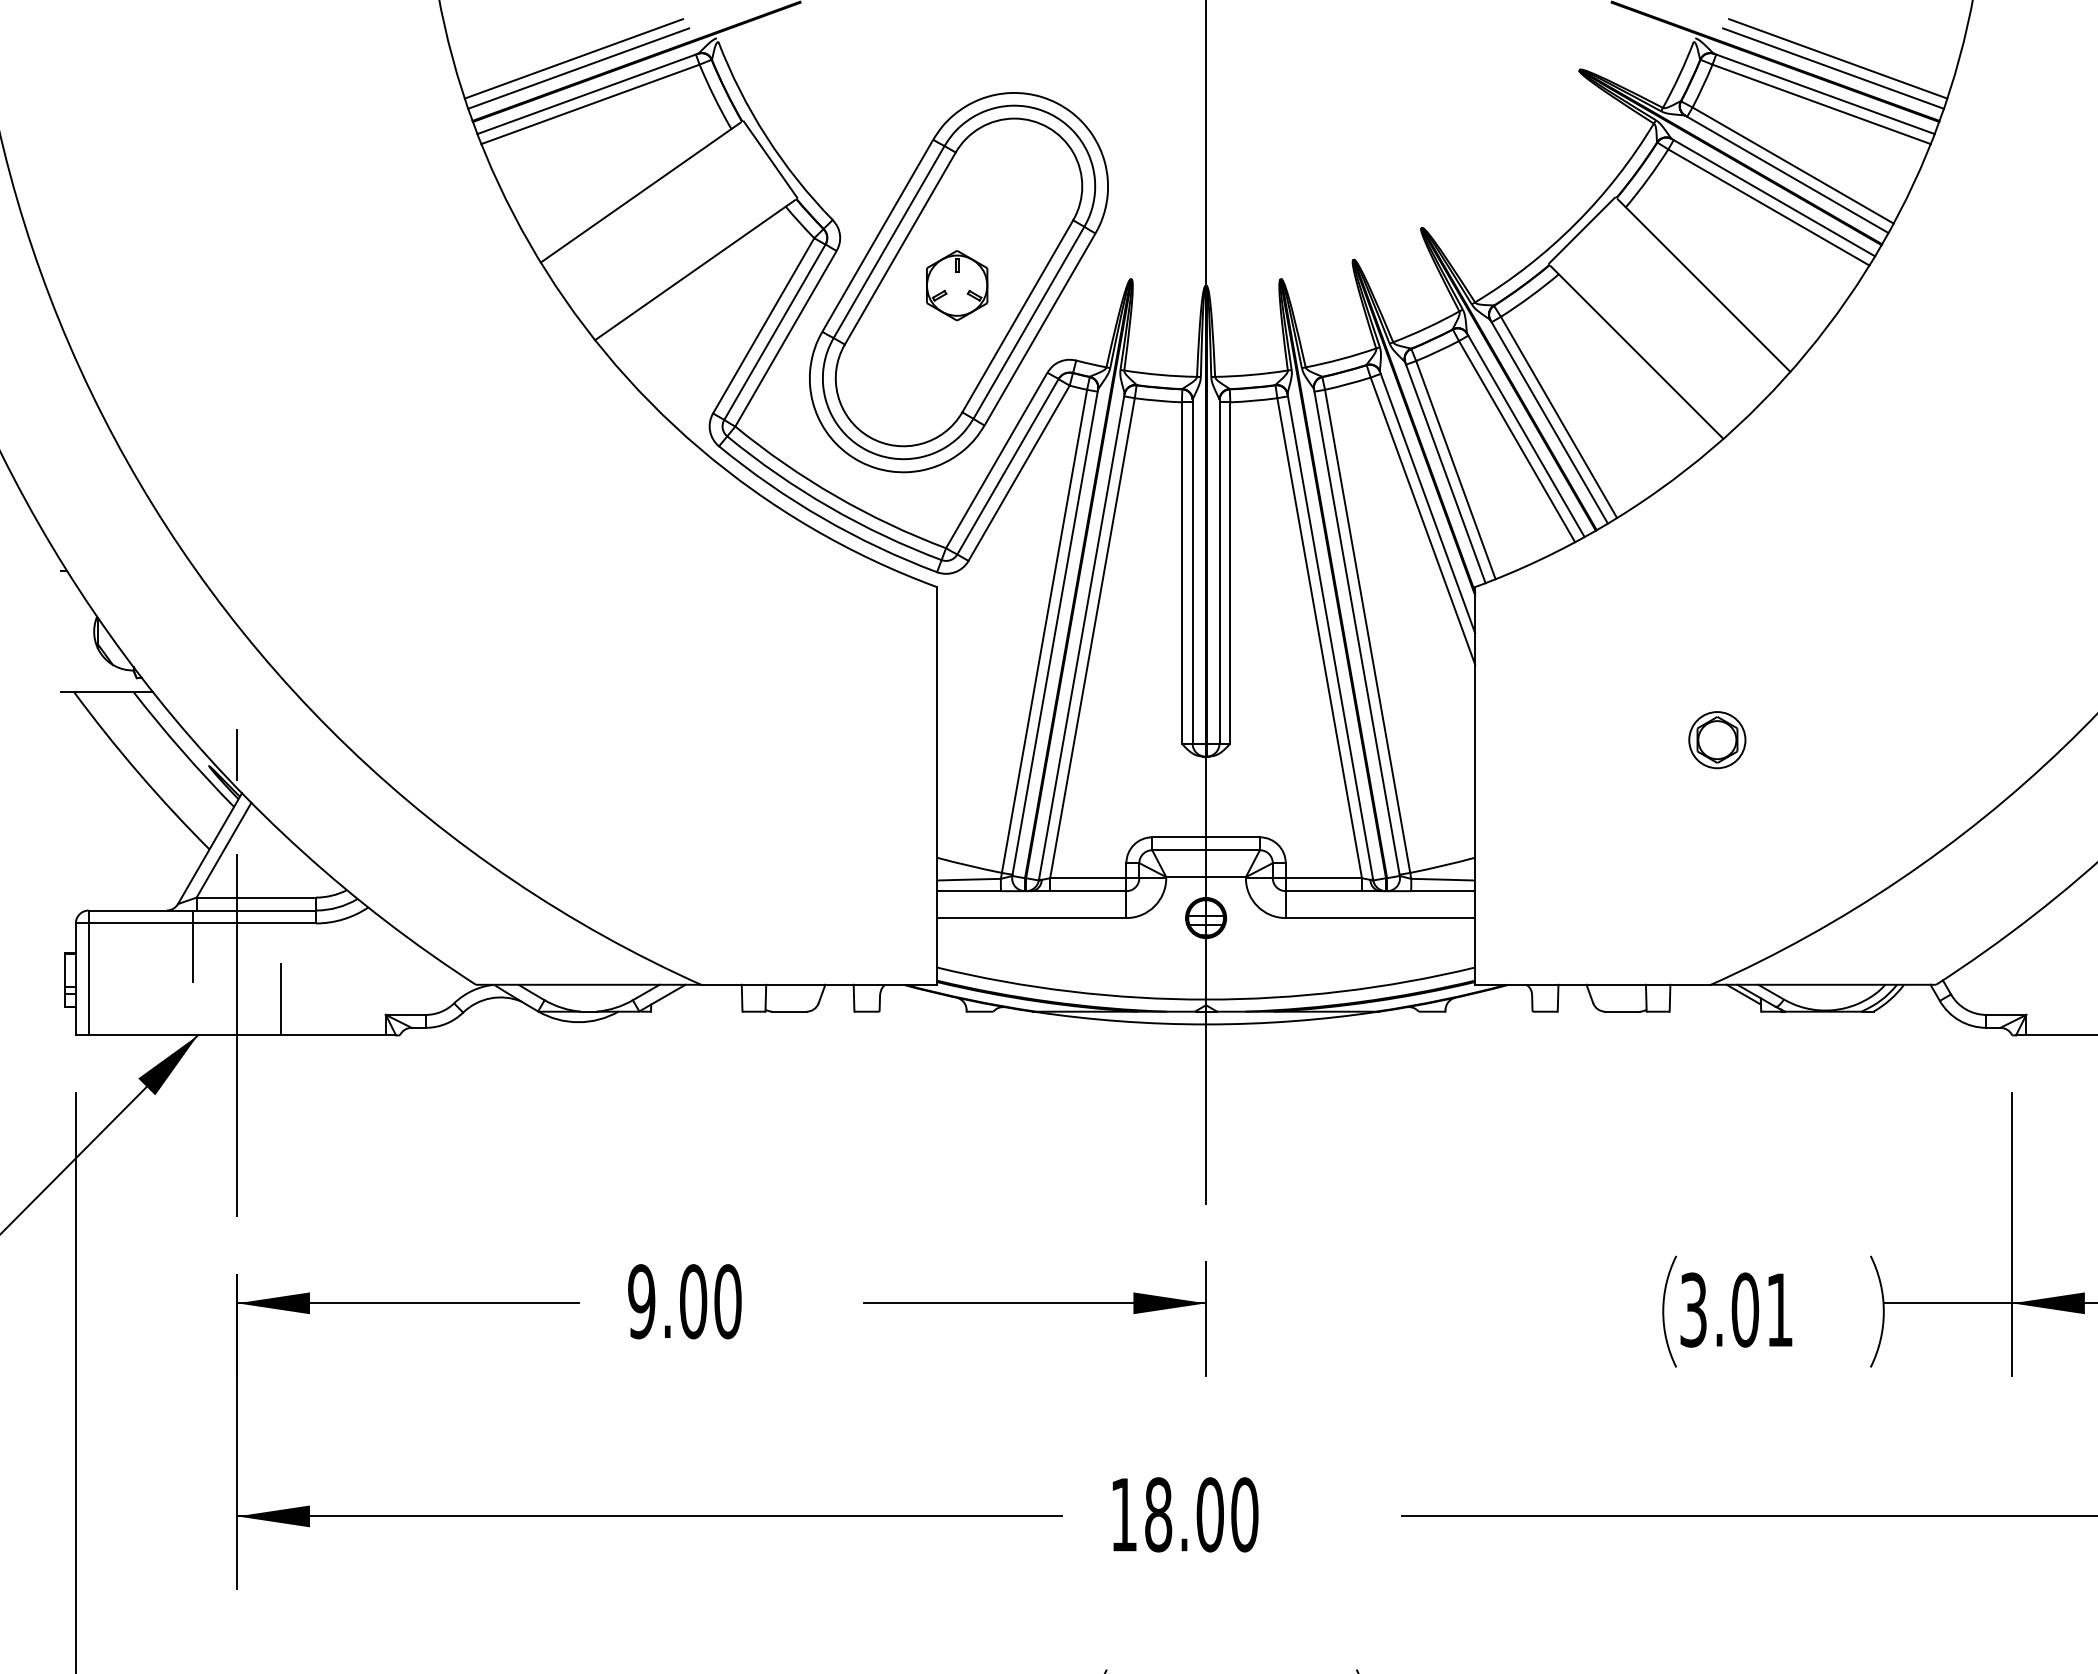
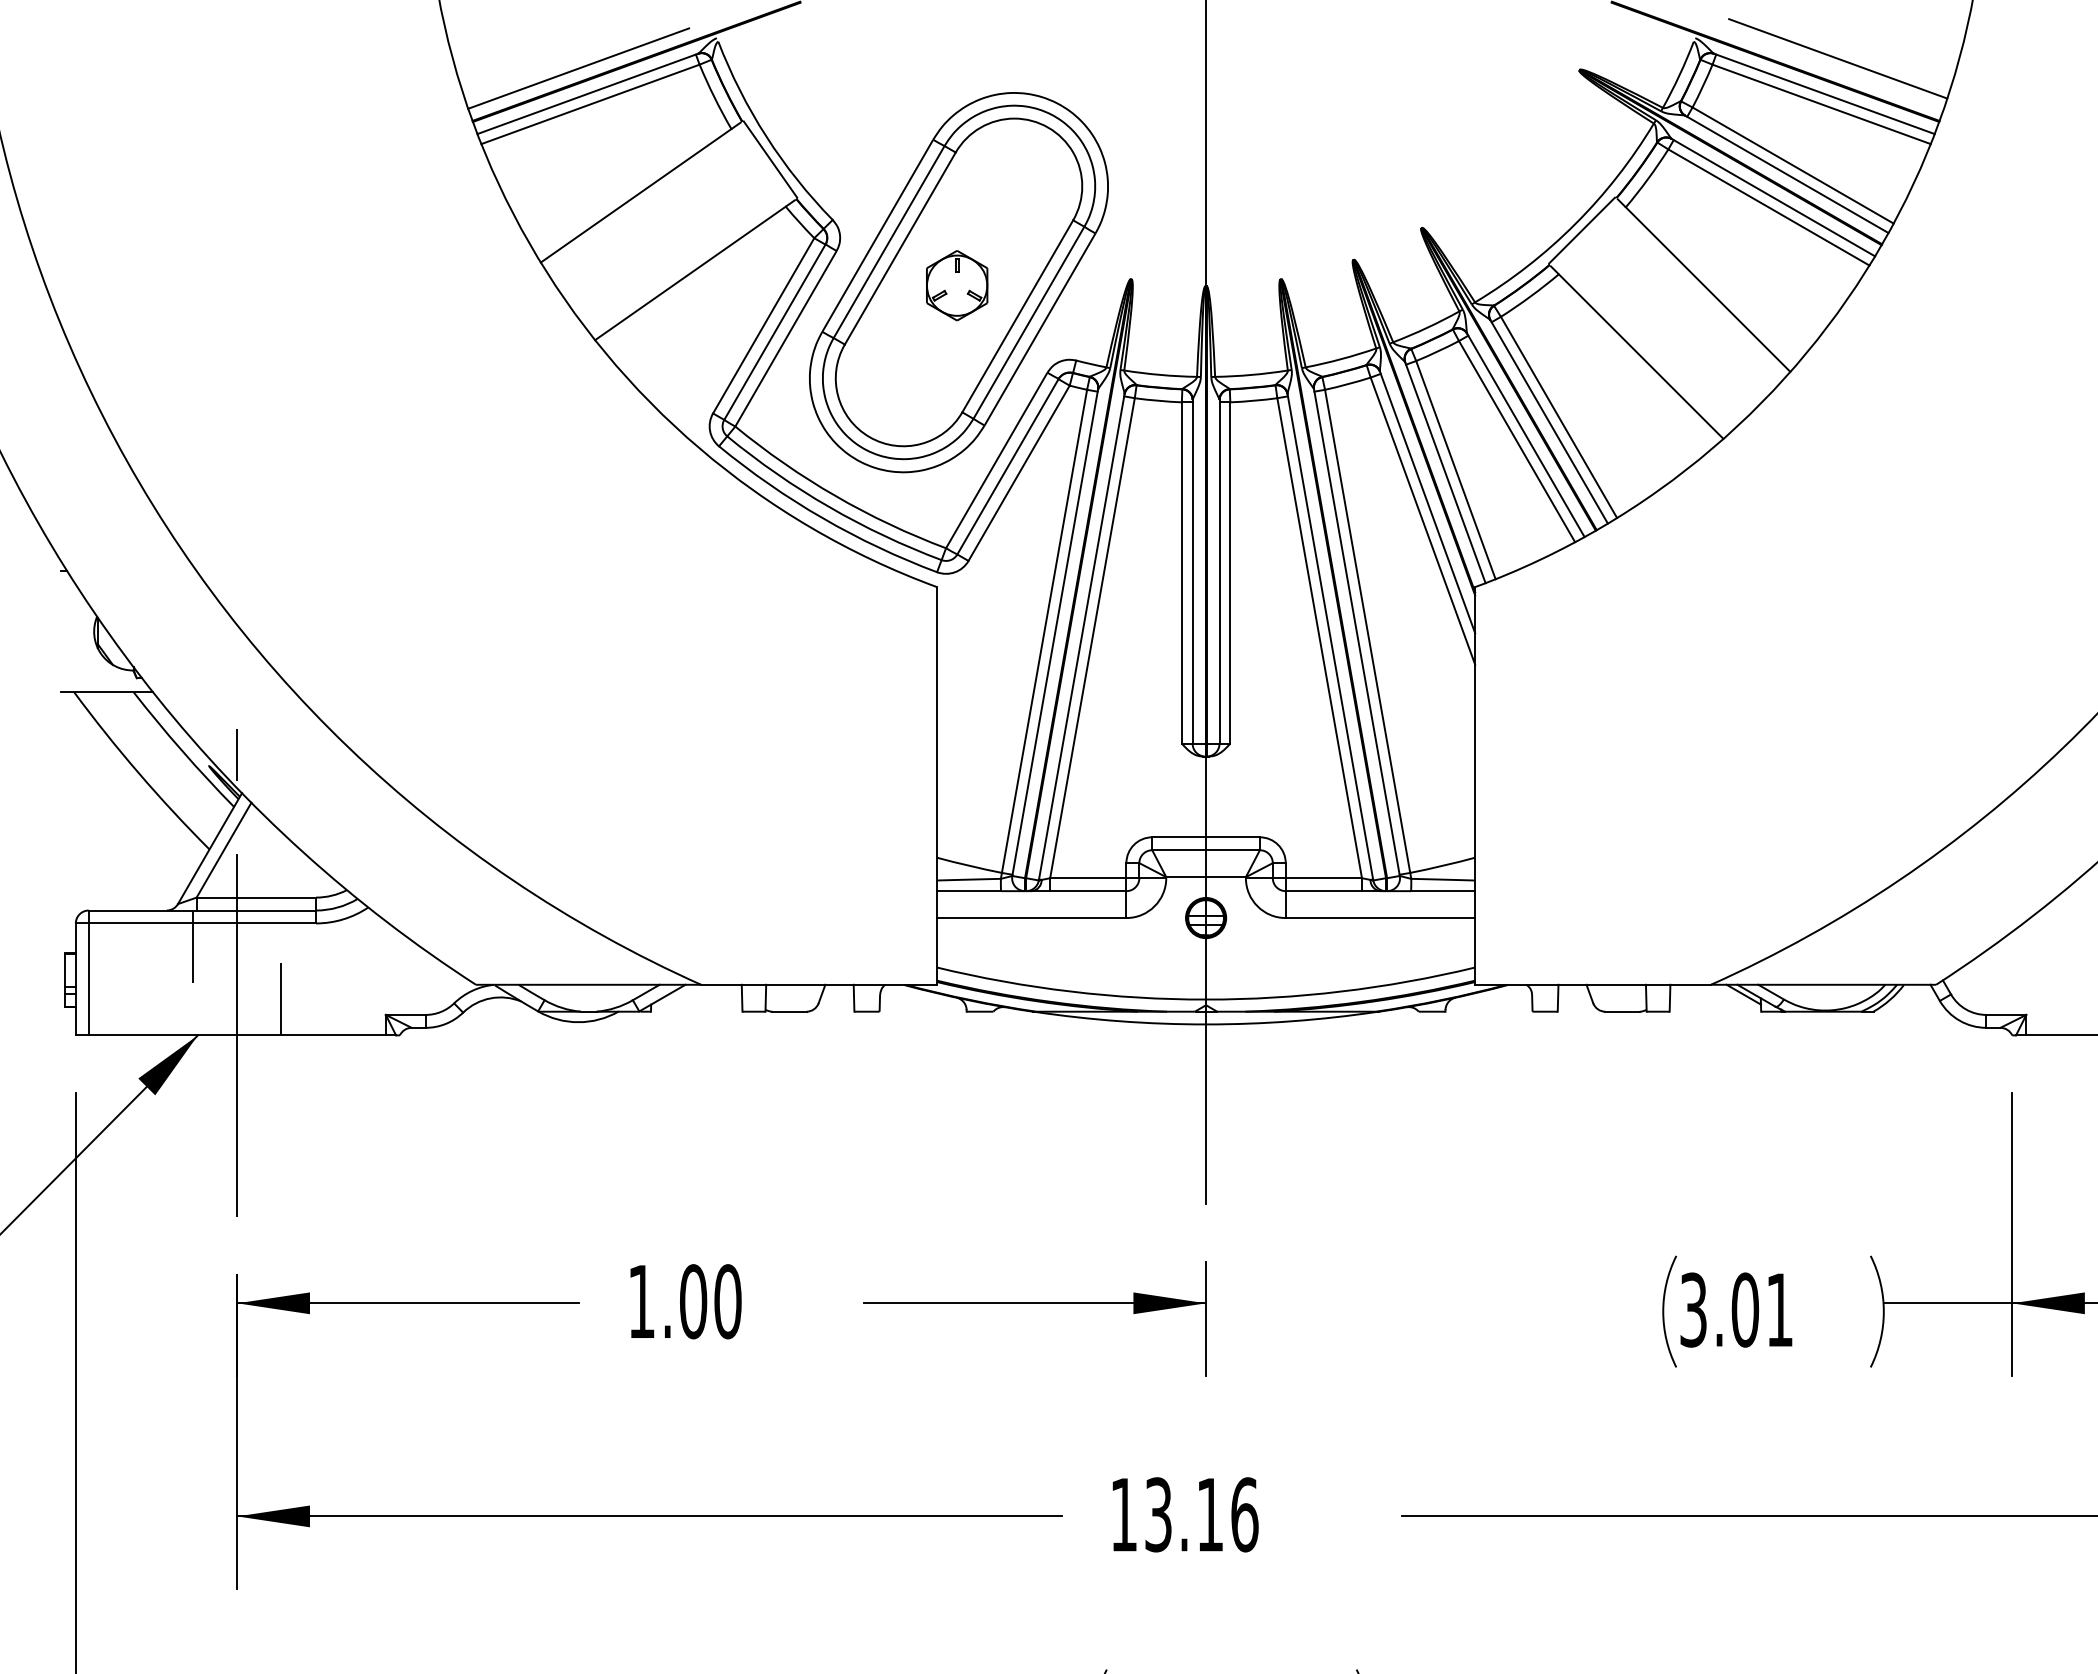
line at (573, 58): present -> none
line at (1833, 68): present -> none
part at (1717, 740): present -> none
text at (641, 1301): 9.00 -> 1.00
text at (1201, 1514): 18.00 -> 13.16
